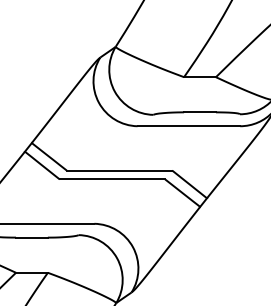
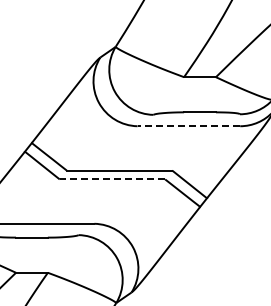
line at (188, 126): solid -> dashed
line at (112, 179): solid -> dashed
